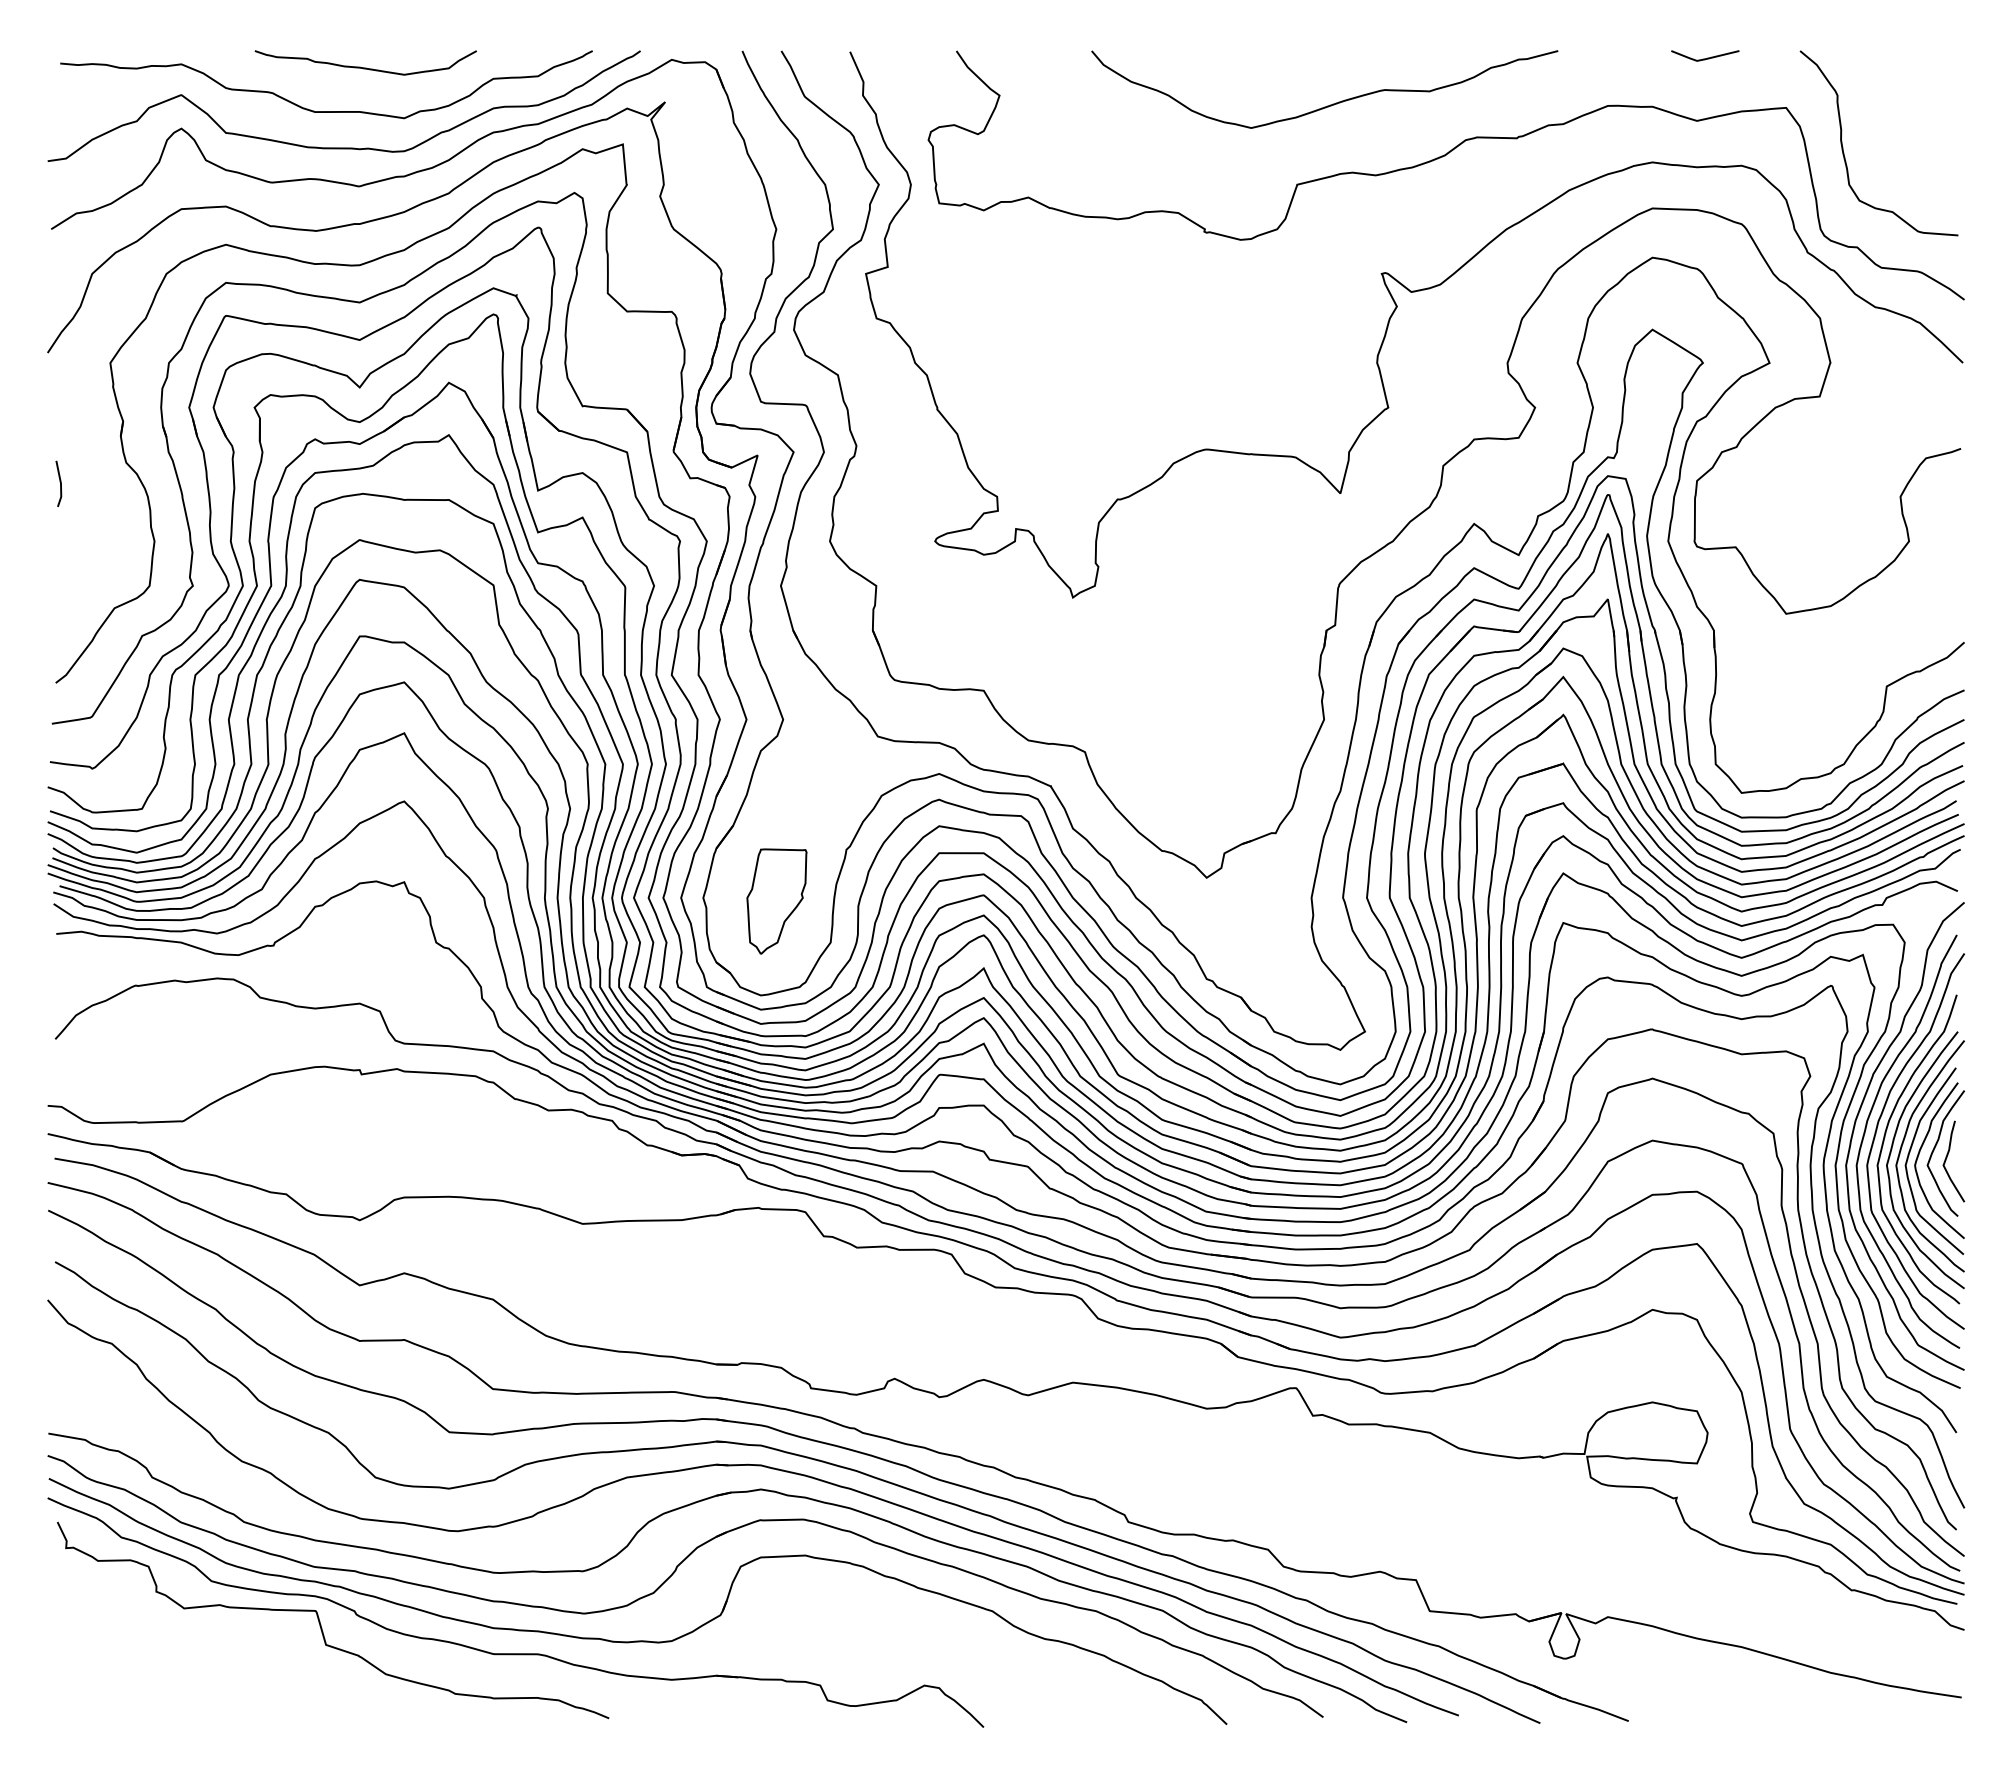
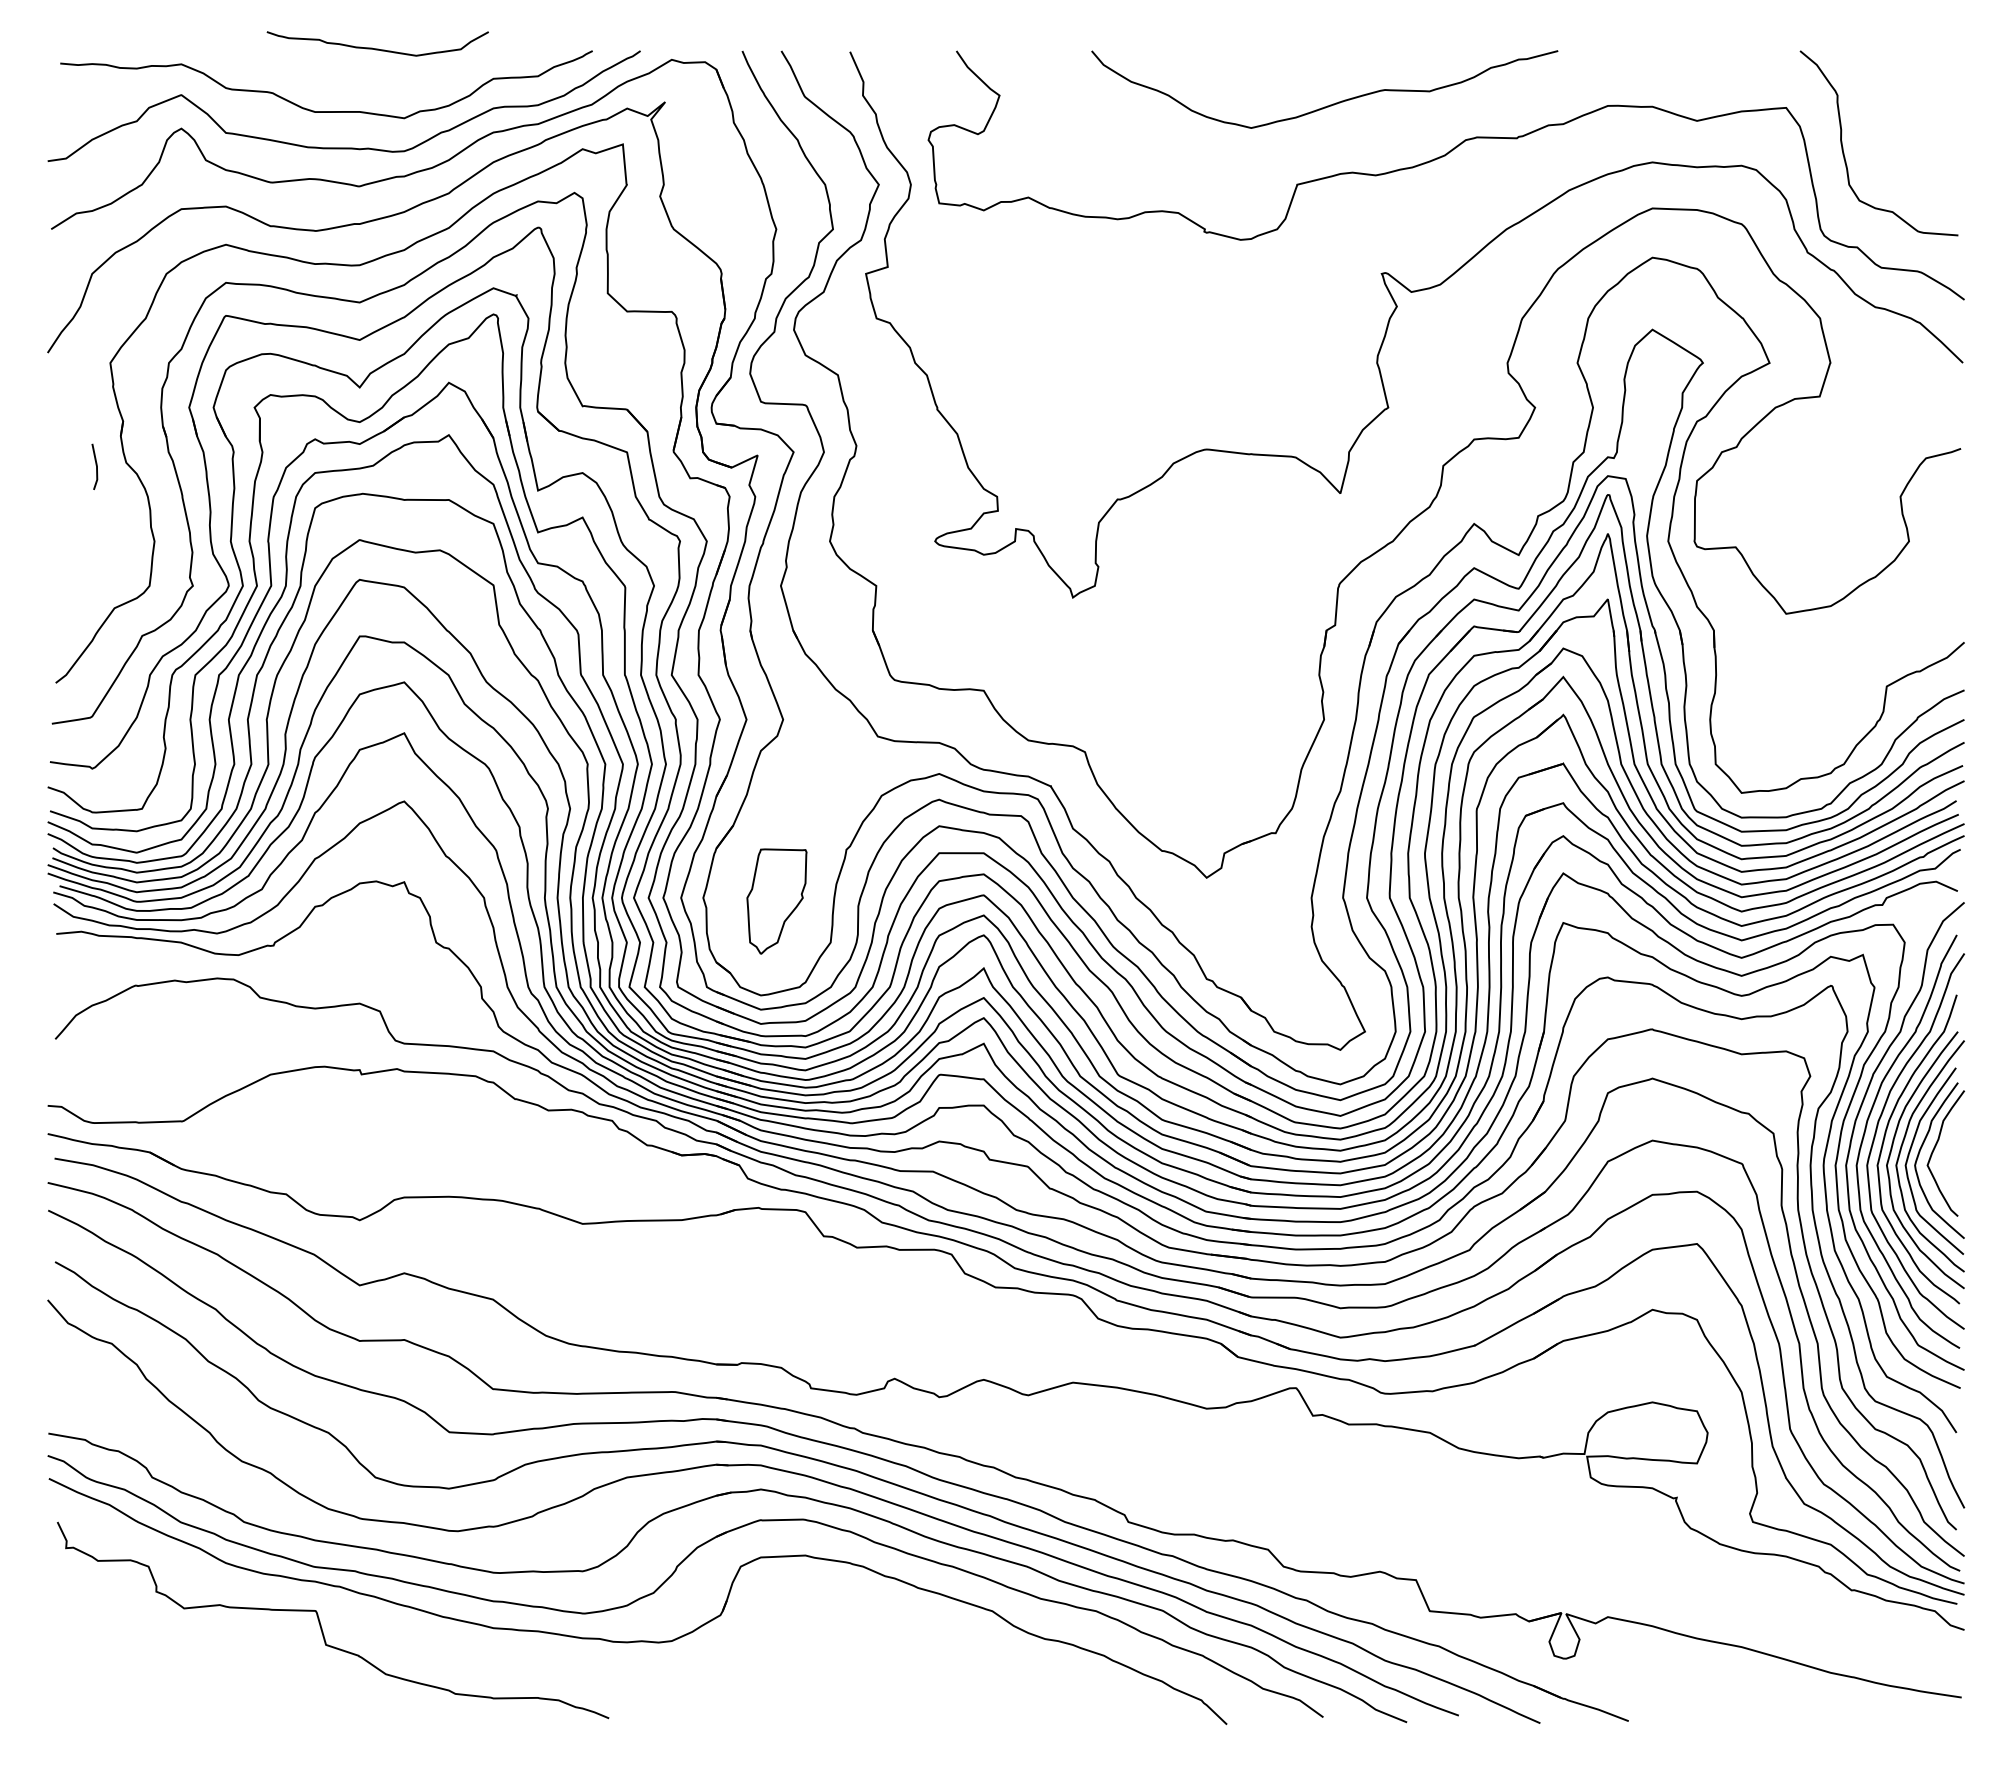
line at (1707, 57): present -> none
curve at (365, 67) position: (365, 67) -> (377, 48)
line at (59, 482) position: (59, 482) -> (95, 465)
curve at (1946, 1160): present -> none
part at (515, 1653): present -> none
